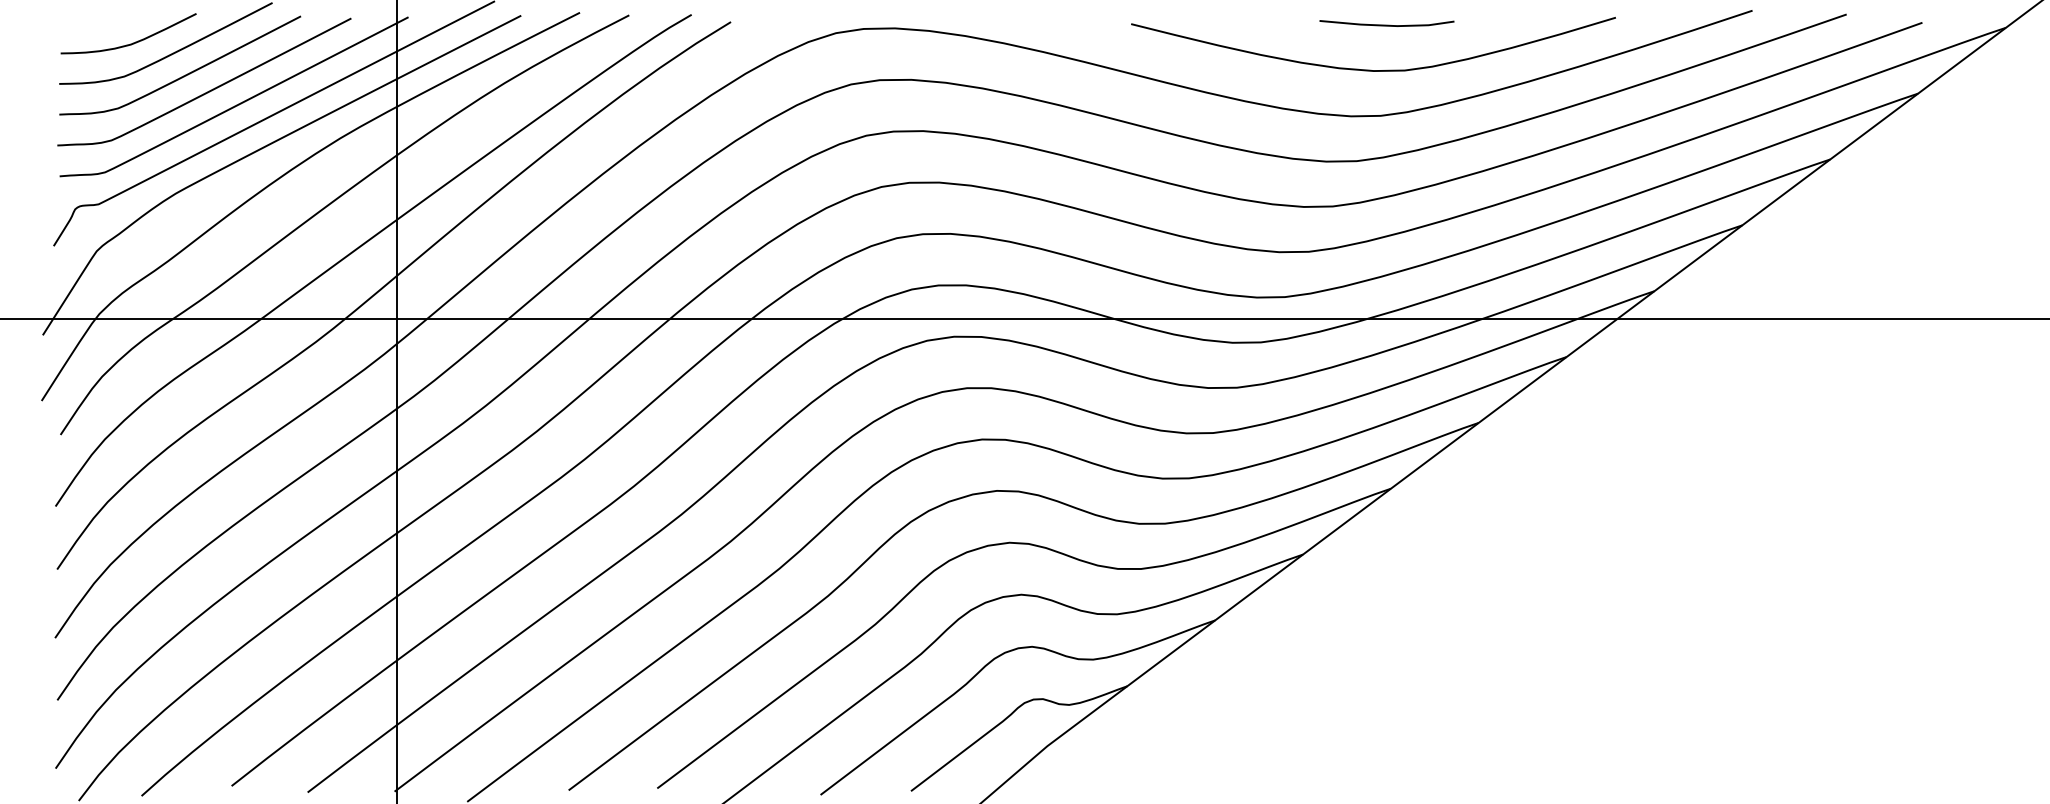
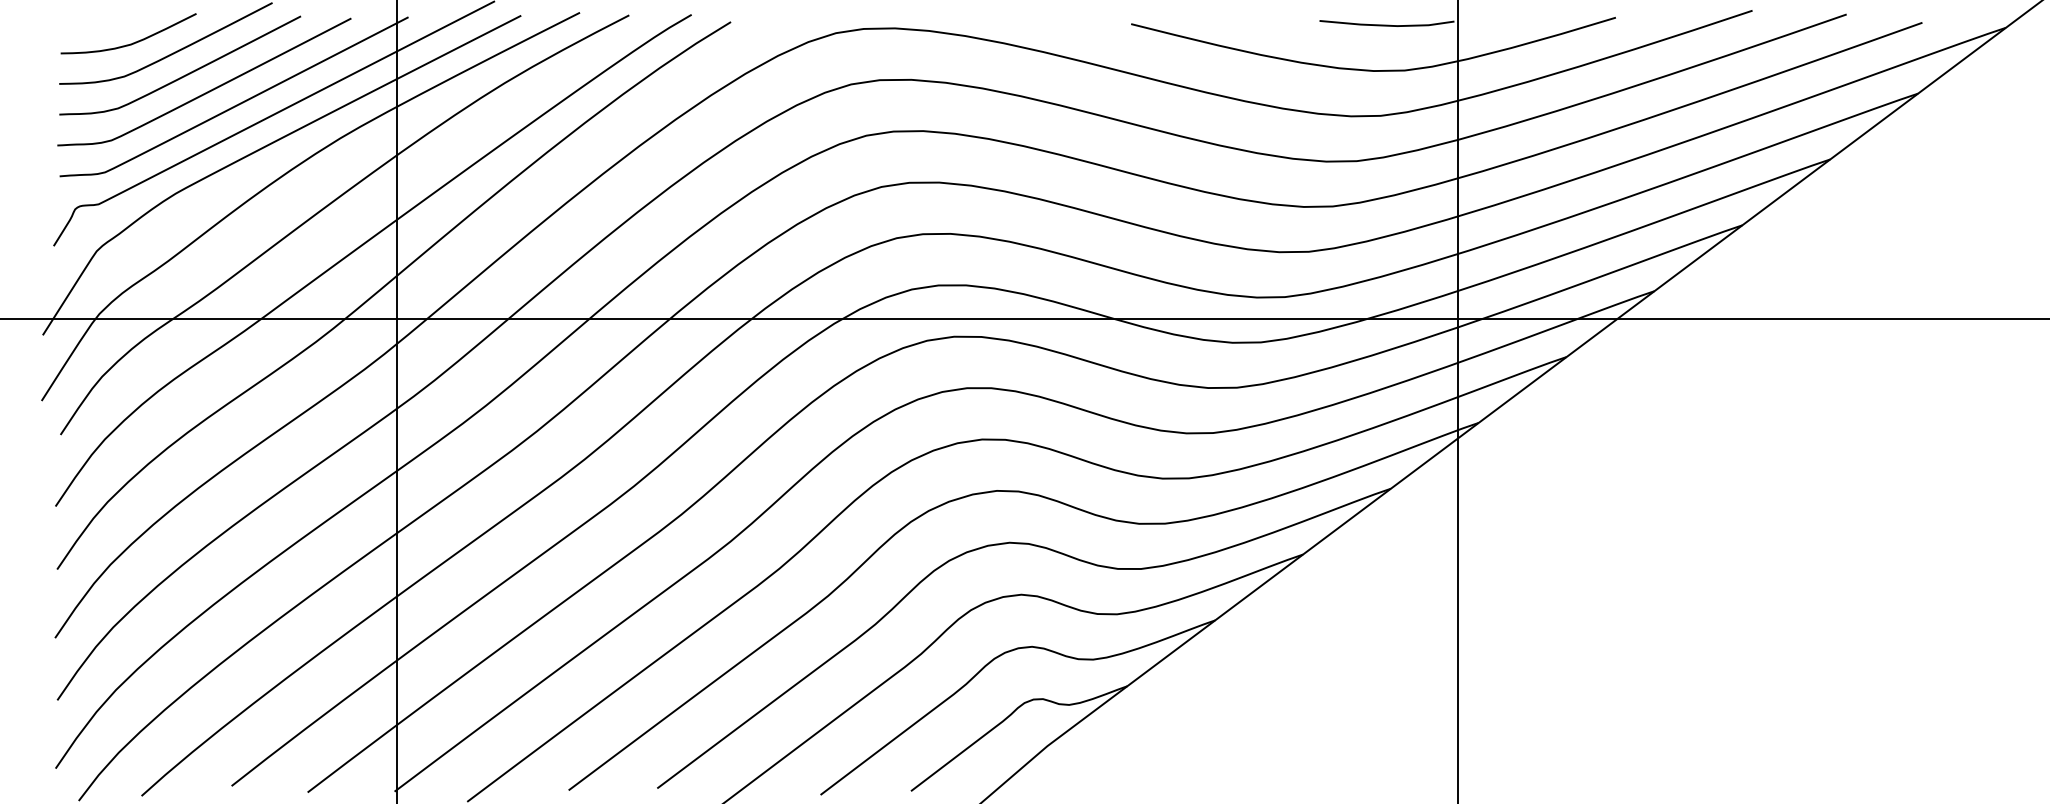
line at (1458, 401): none -> present
